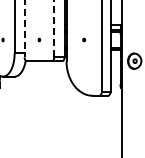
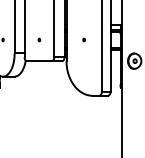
line at (54, 28): dashed -> solid
line at (24, 29): dashed -> solid
